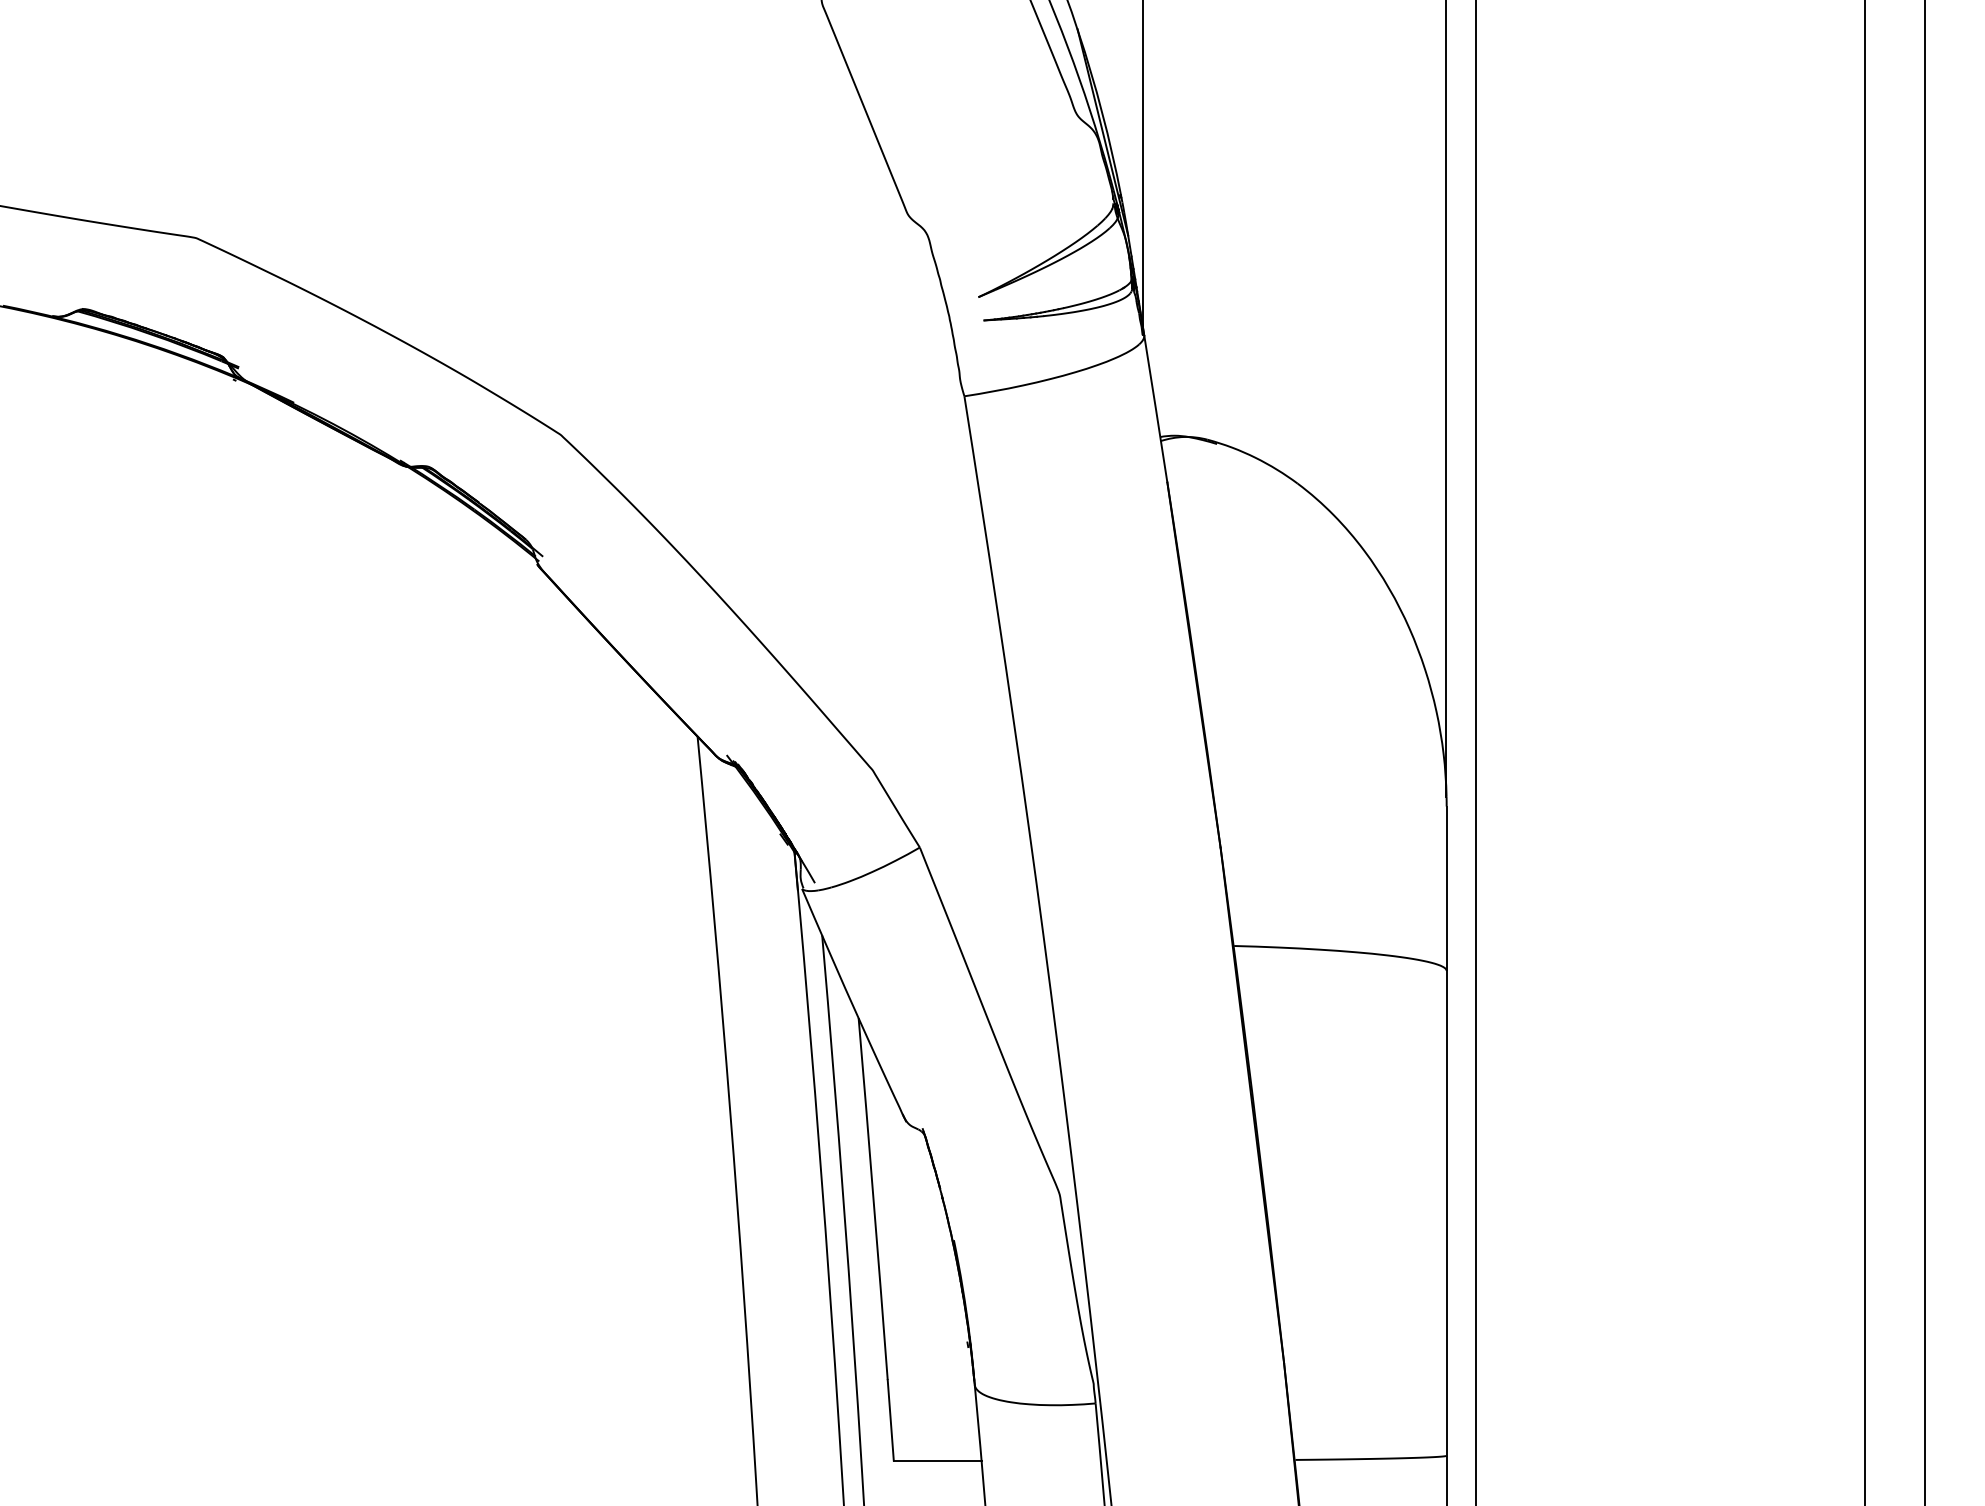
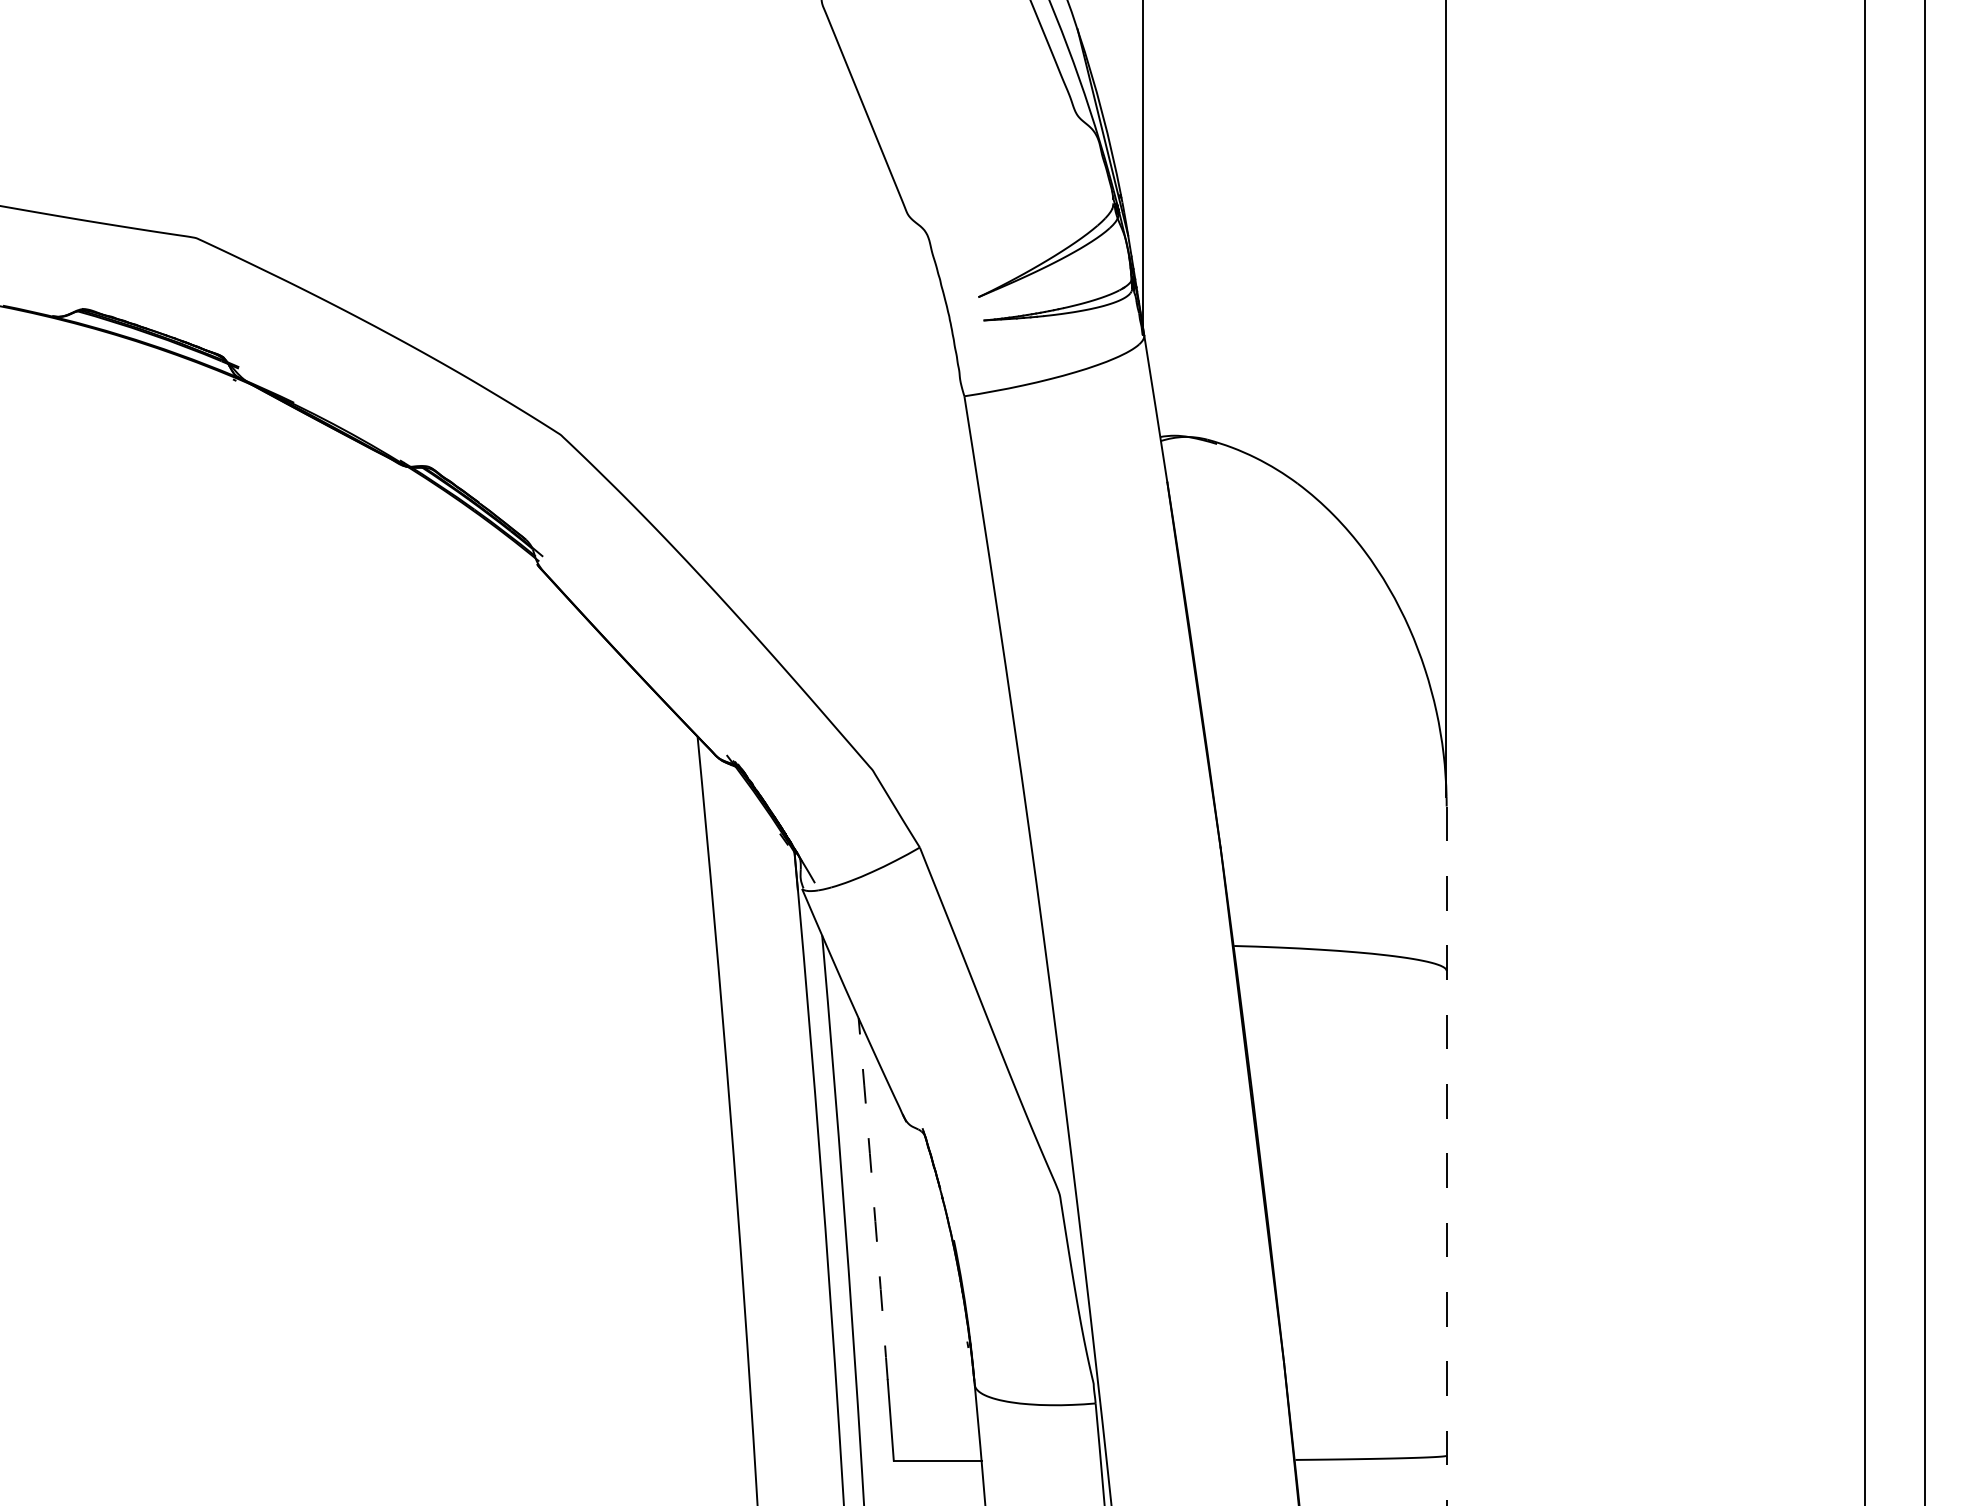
line at (1476, 752): present -> none
line at (1446, 1156): solid -> dashed
arc at (873, 1199): solid -> dashed
